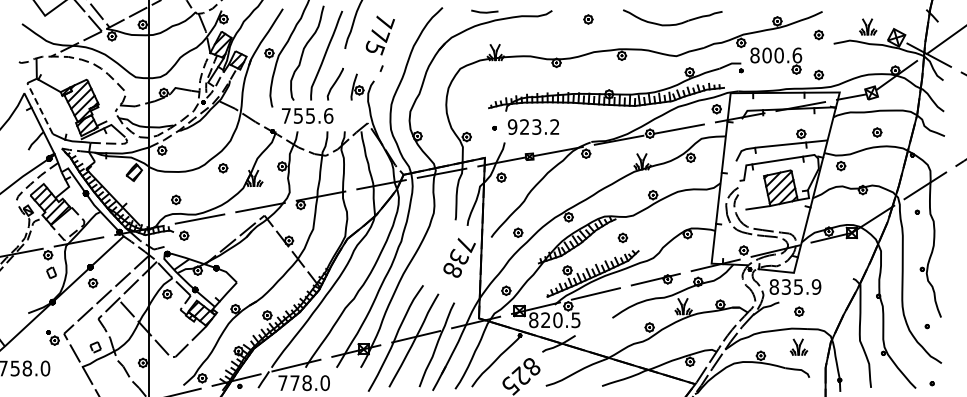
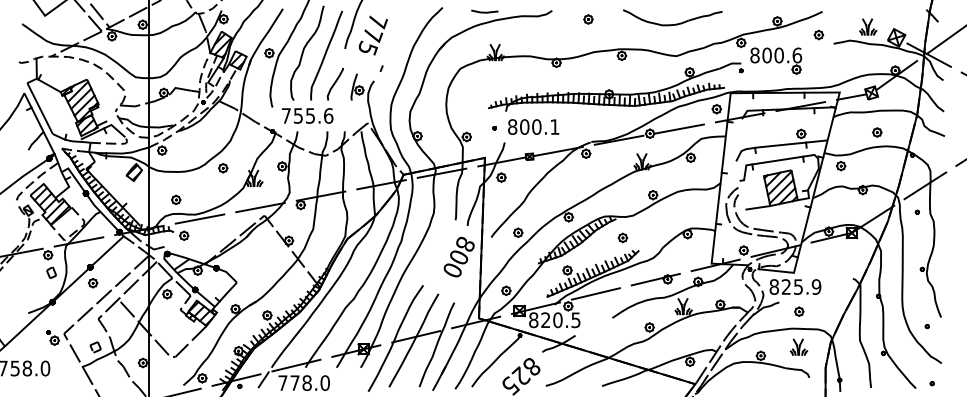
text at (379, 35) position: (379, 35) -> (372, 35)
part at (818, 74): present -> none
line at (39, 108): dashed -> solid
text at (533, 126): 923.2 -> 800.1
text at (459, 256): 738 -> 800
text at (785, 286): 835.9 -> 825.9
